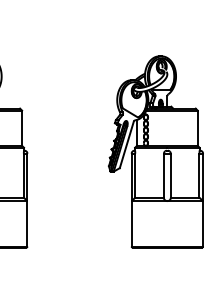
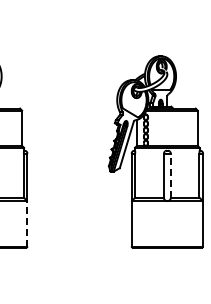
line at (170, 175): solid -> dashed
line at (27, 223): solid -> dashed
